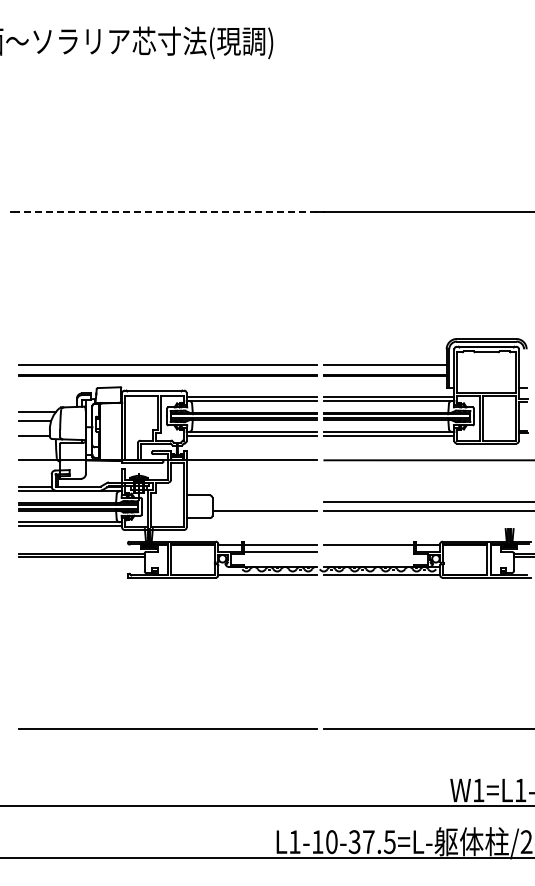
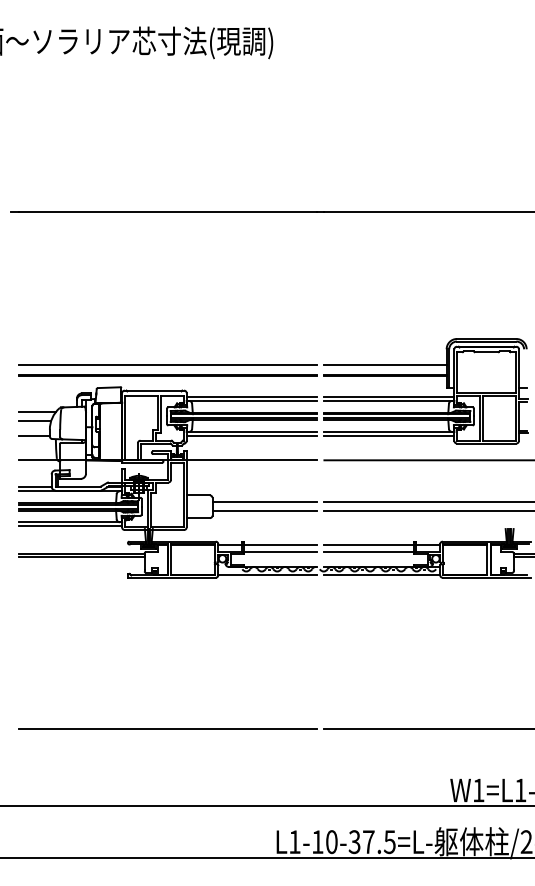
line at (167, 212): dashed -> solid
line at (264, 502): none -> present
line at (369, 551): none -> present
